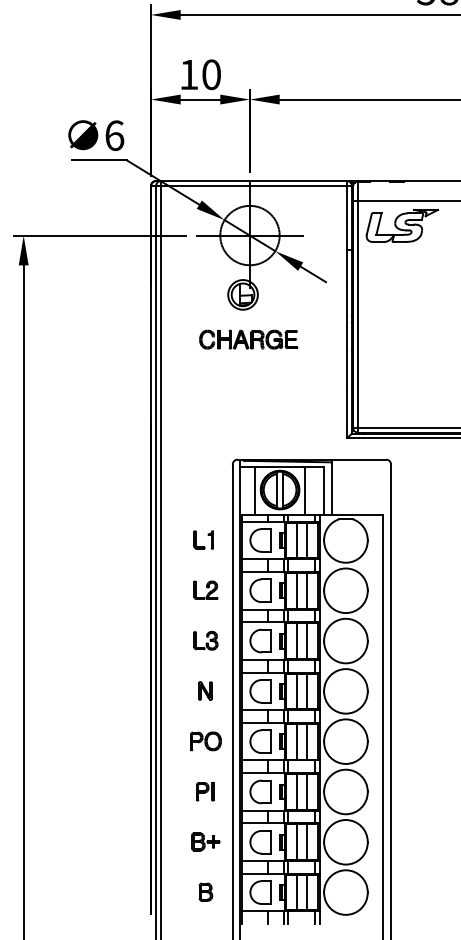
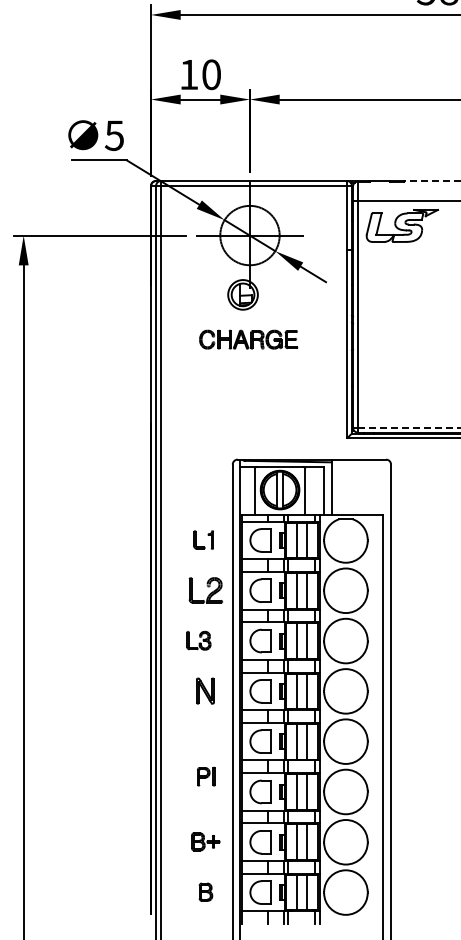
text at (114, 135): 6 -> 5
line at (432, 181): solid -> dashed
line at (409, 427): solid -> dashed
part at (205, 589) size: 26x20 px -> 36x27 px
part at (205, 640) position: (205, 640) -> (198, 640)
part at (205, 690) size: 15x20 px -> 19x28 px
part at (205, 741): present -> none
part at (205, 791) position: (205, 791) -> (206, 776)
